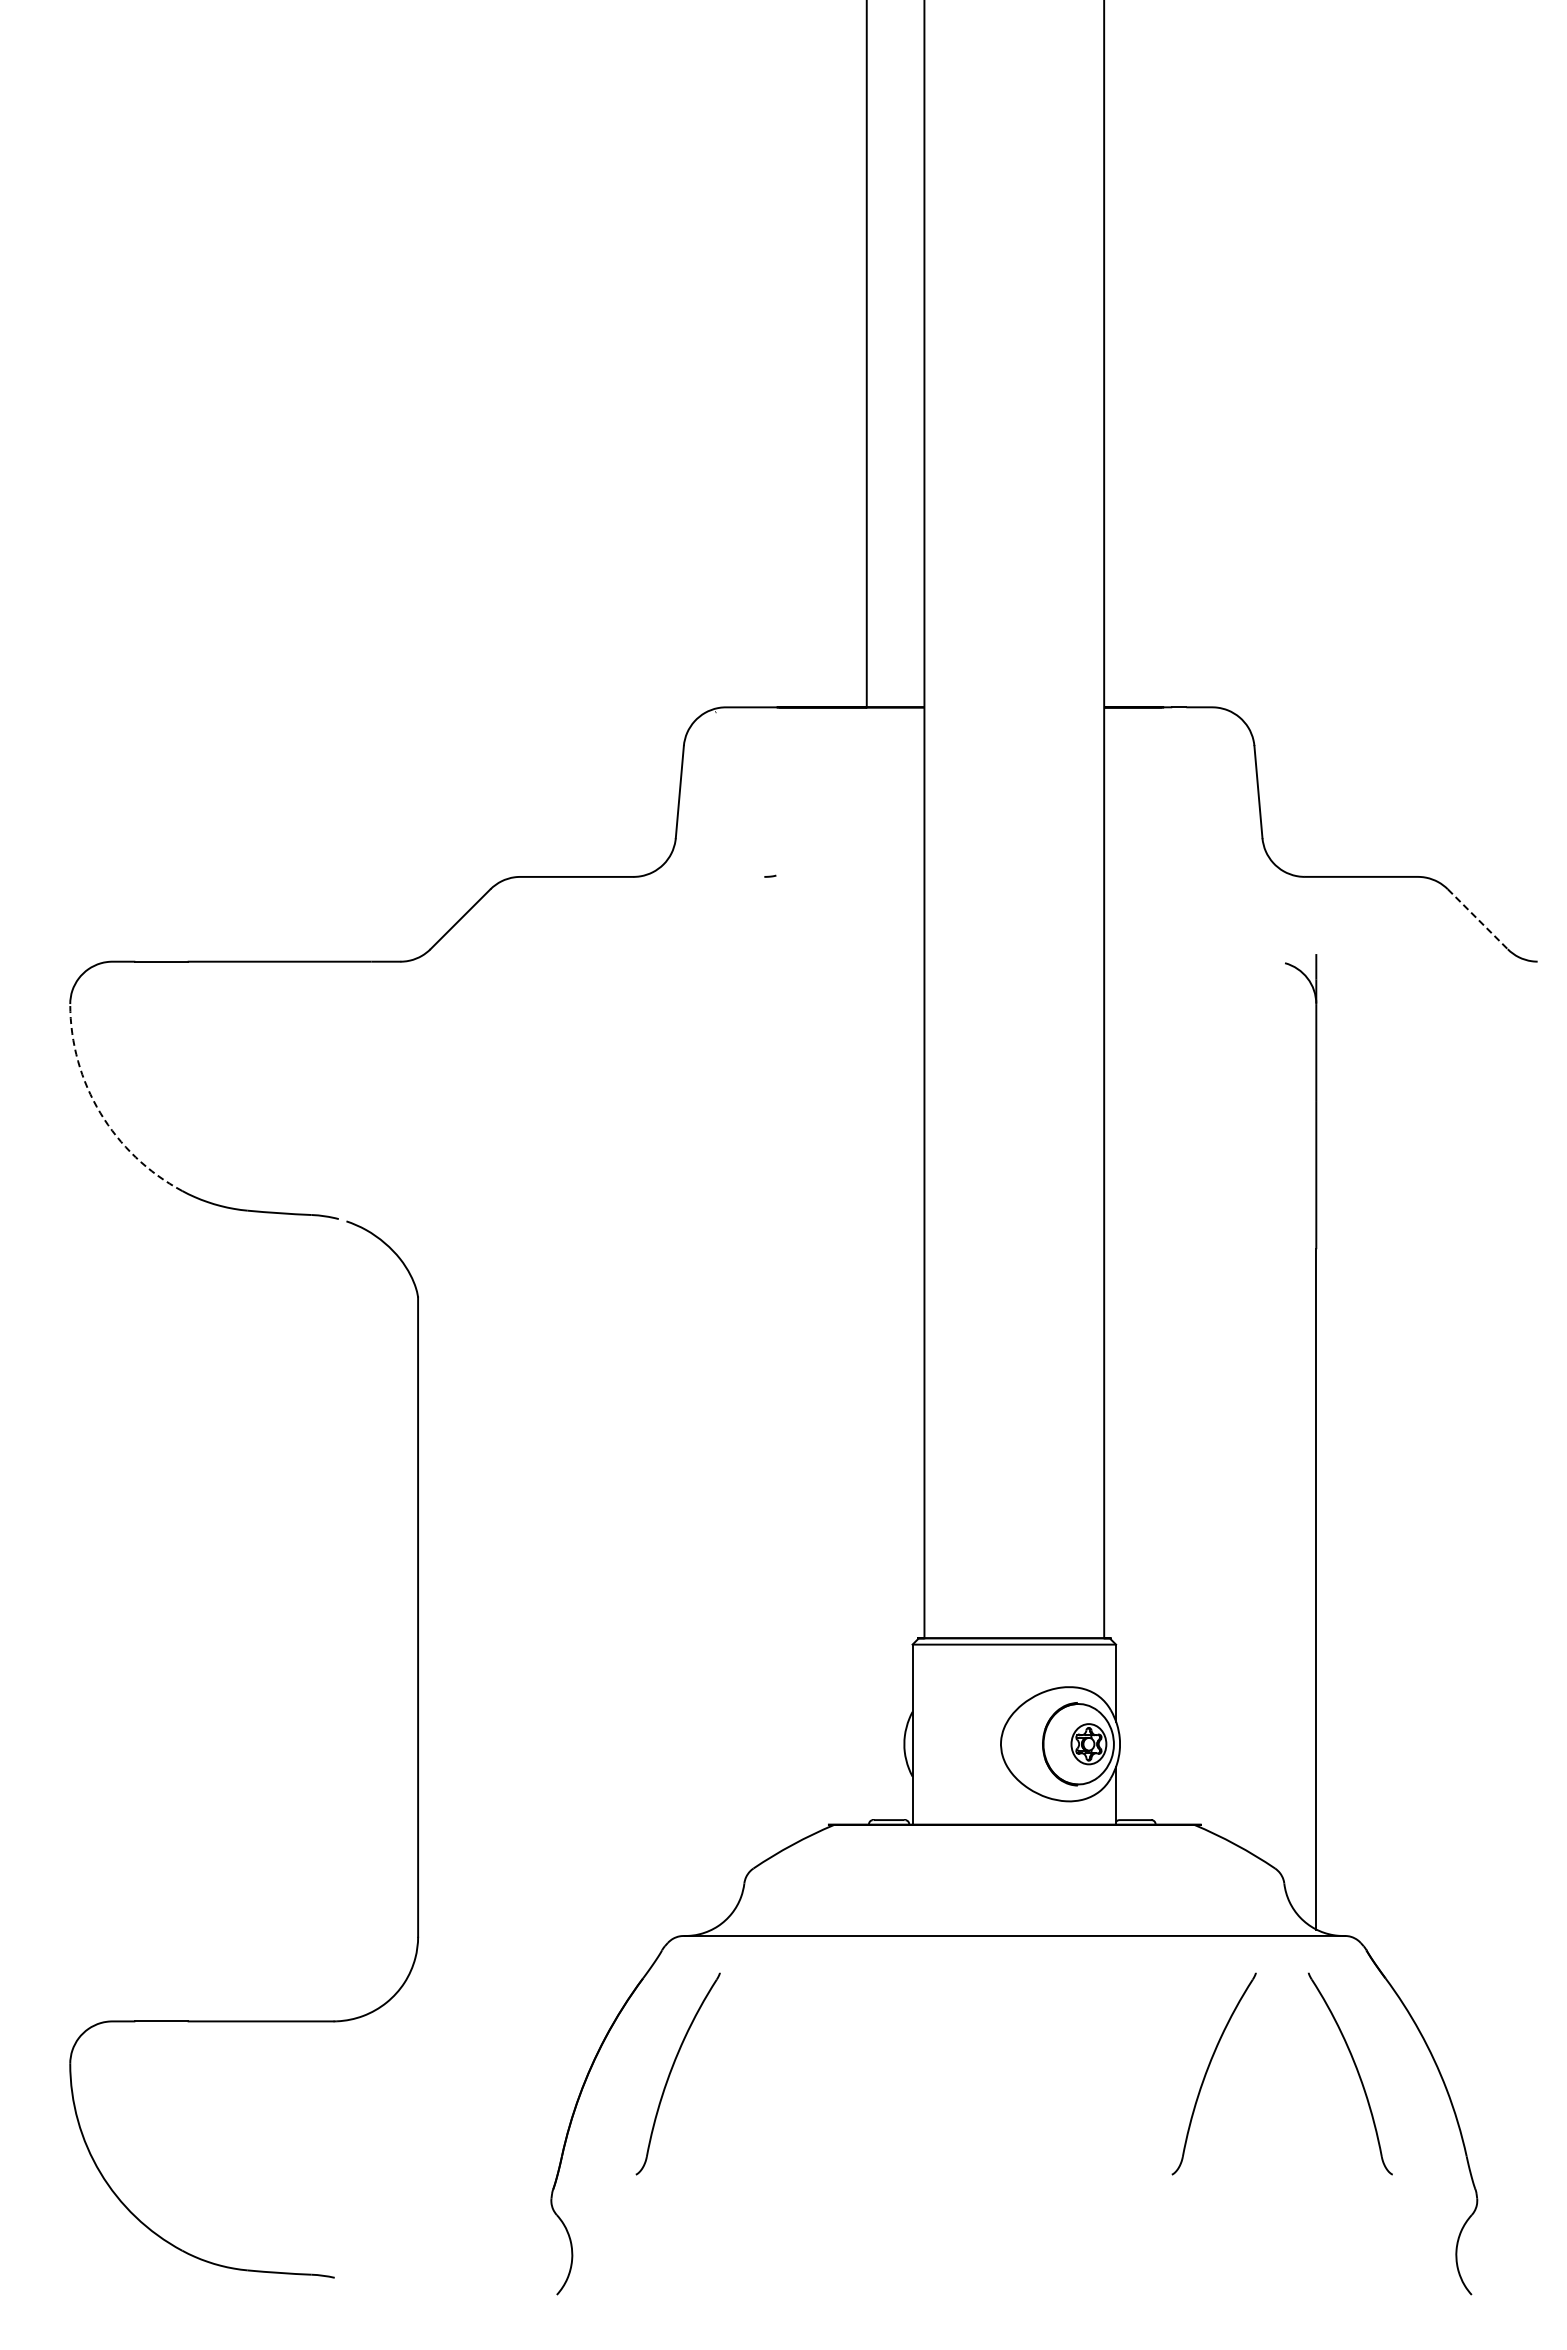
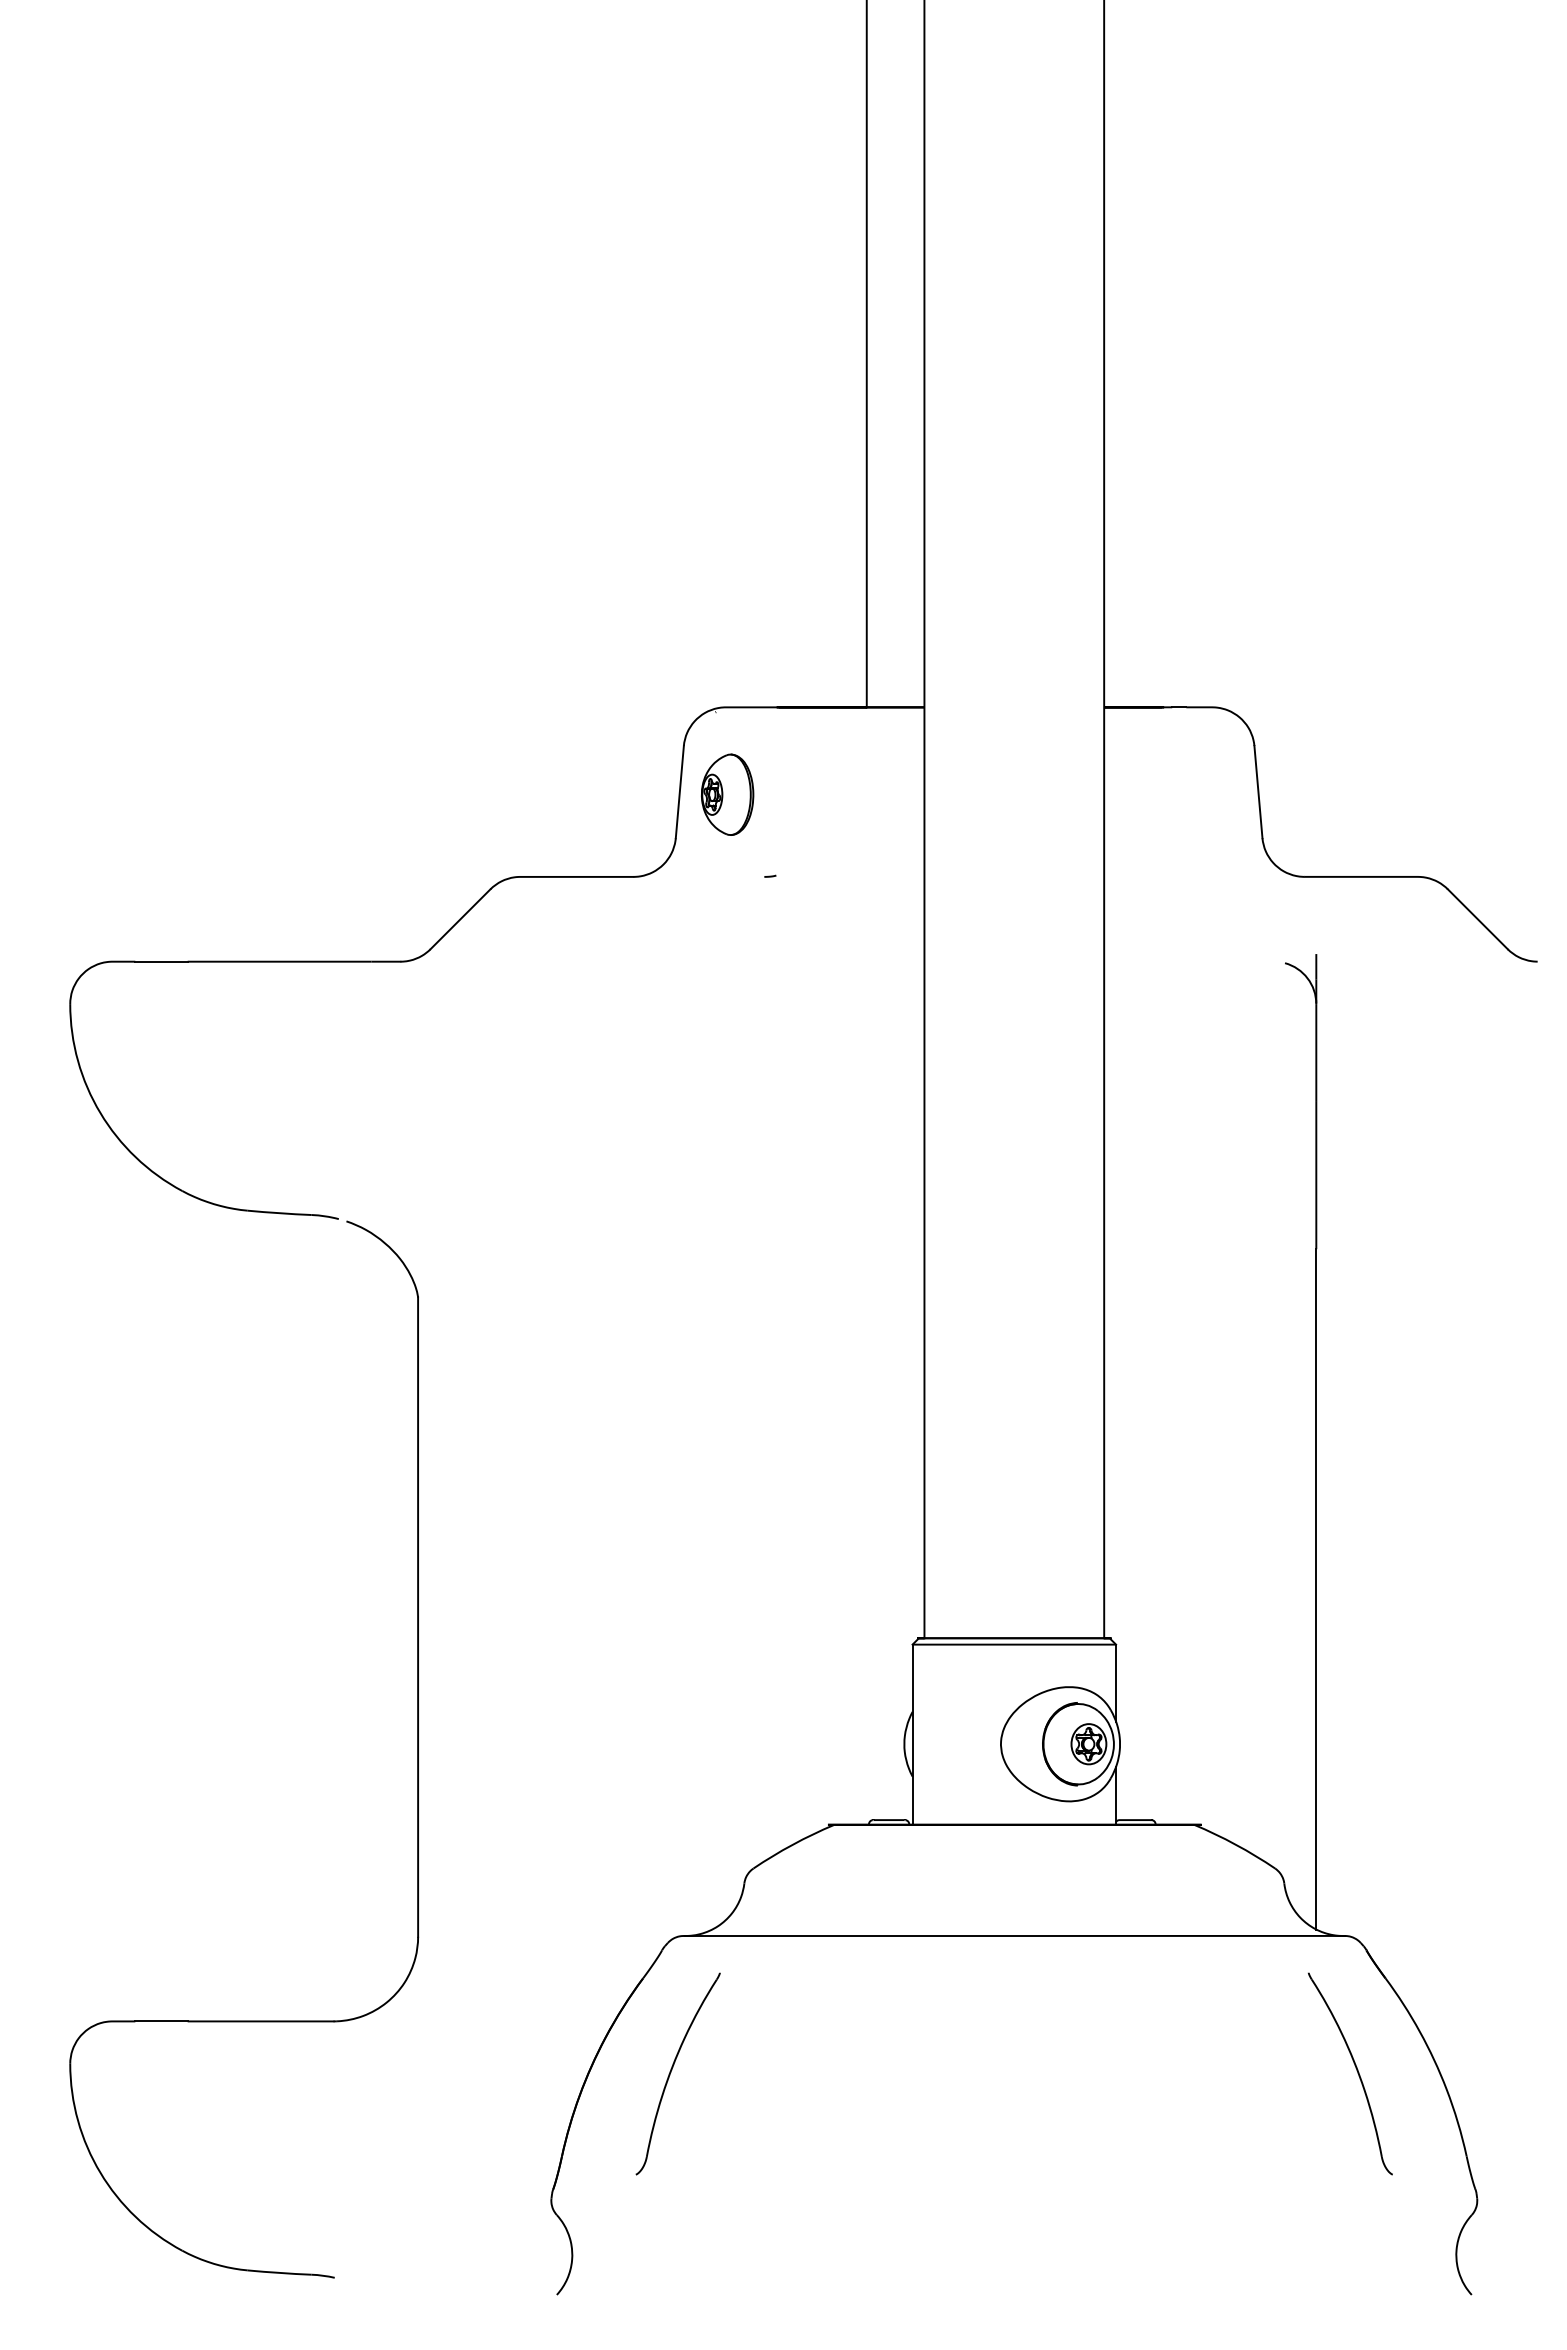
part at (727, 794): none -> present
line at (1478, 919): dashed -> solid
arc at (100, 1113): dashed -> solid
part at (1213, 2073): present -> none
